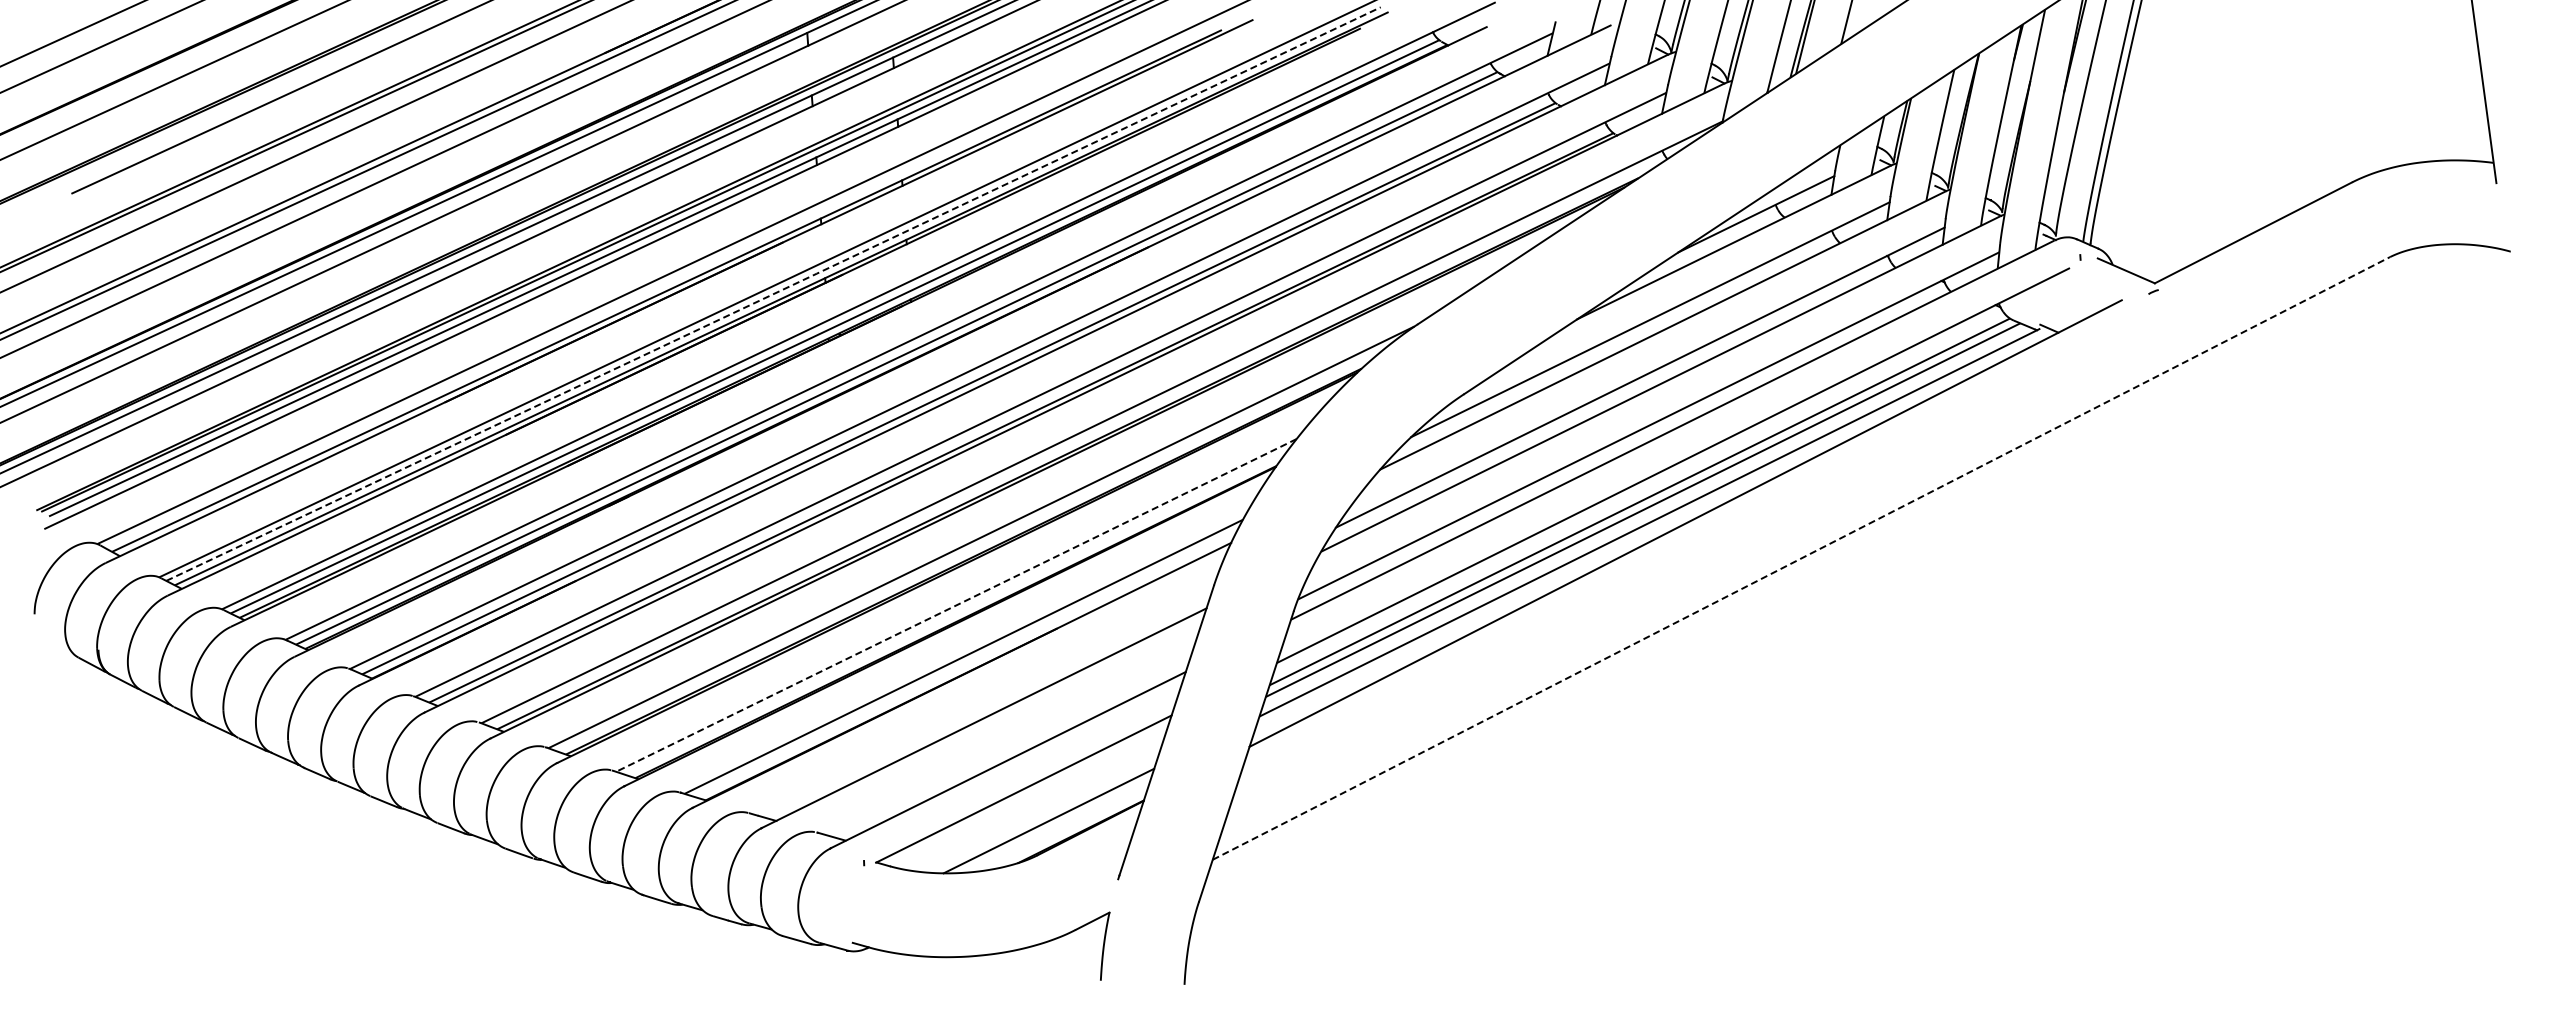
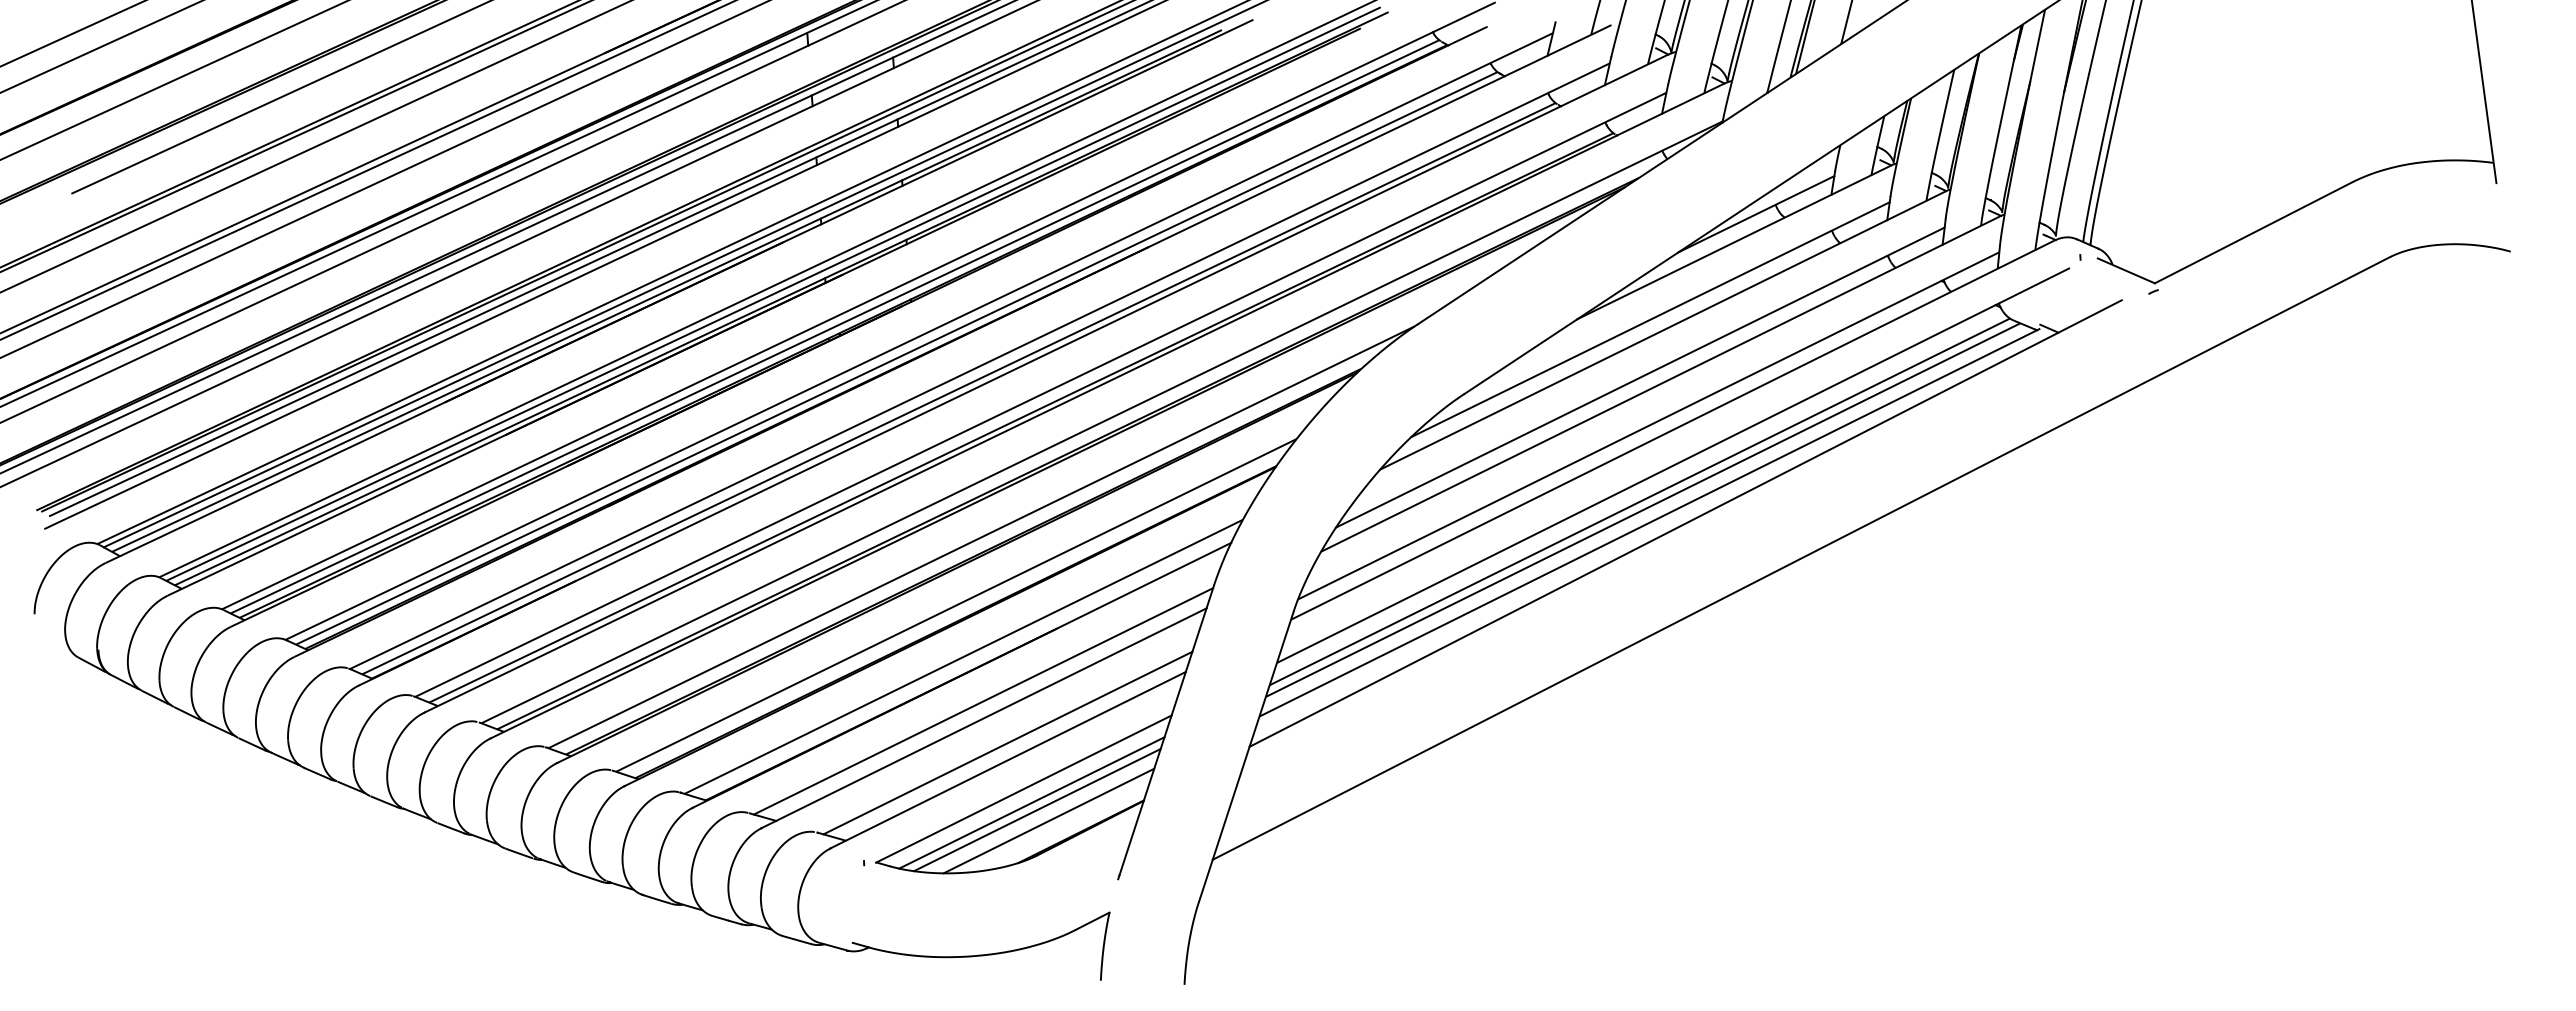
line at (683, 274): none -> present
line at (774, 293): dashed -> solid
line at (1801, 558): dashed -> solid
line at (956, 605): dashed -> solid
line at (983, 701): none -> present
line at (1007, 742): none -> present
line at (1031, 802): none -> present
line at (1036, 810): none -> present
